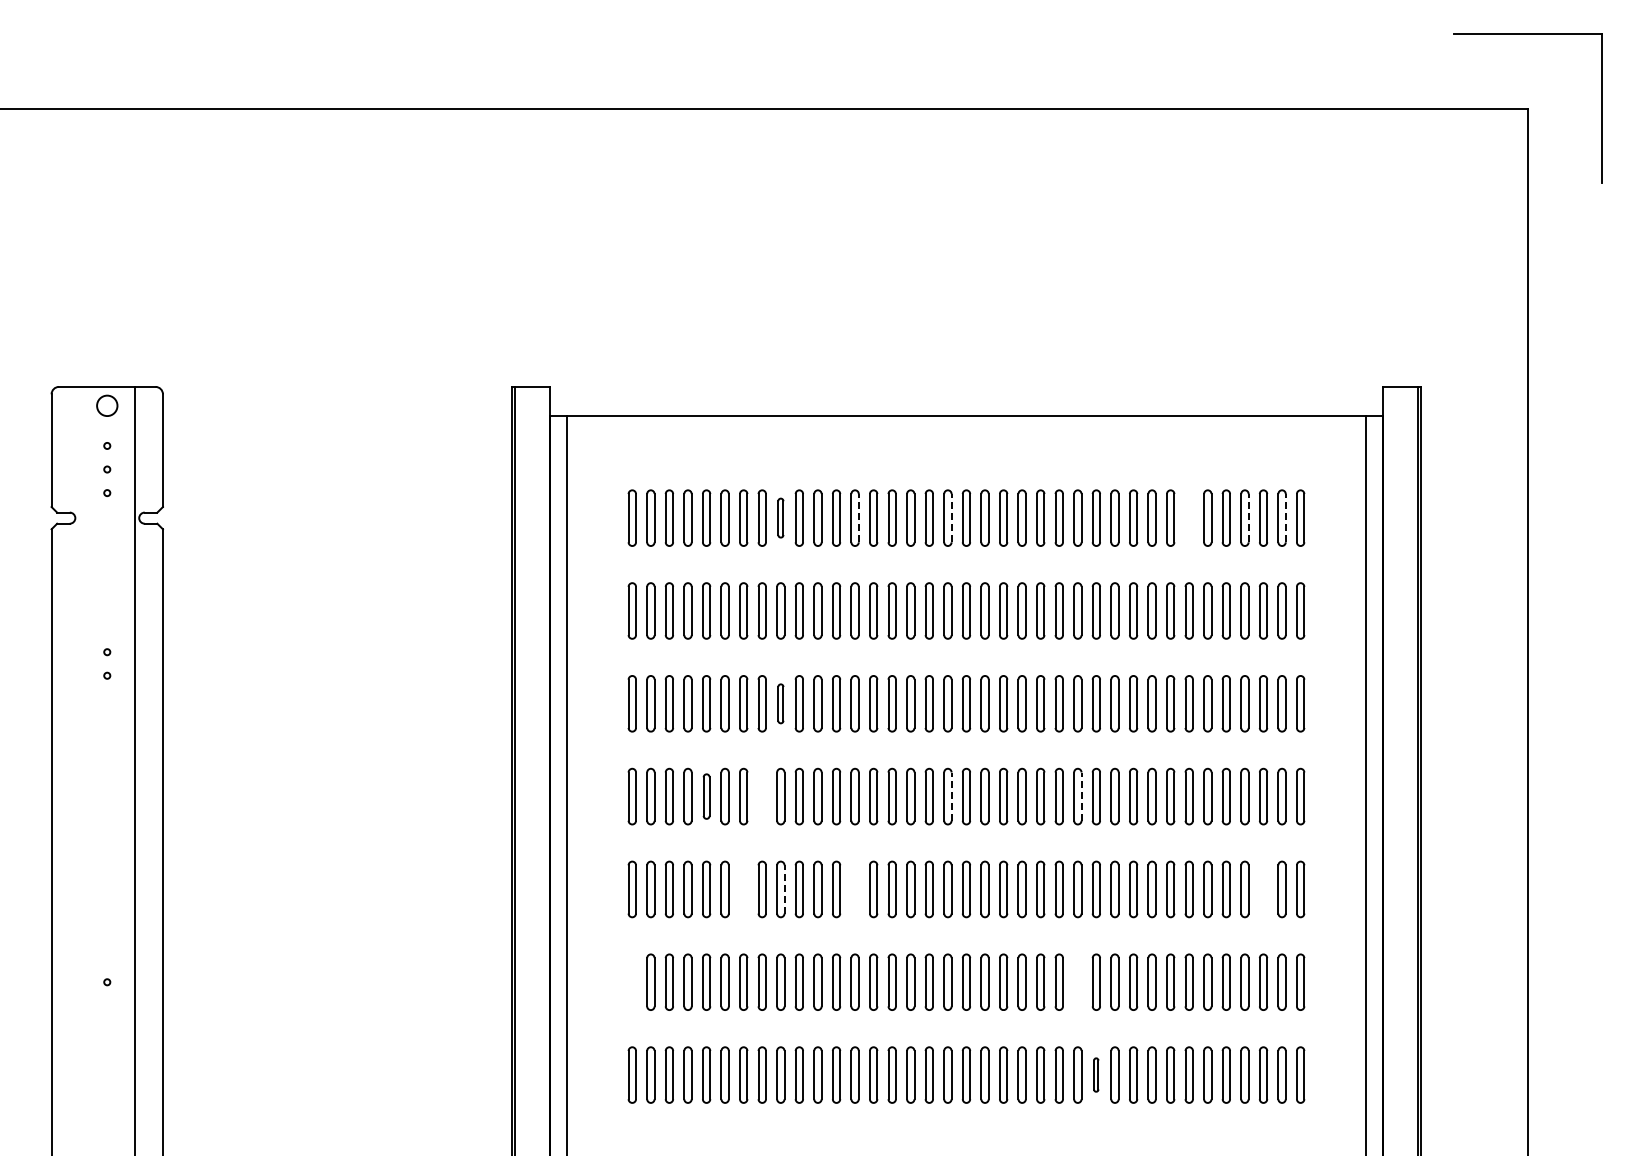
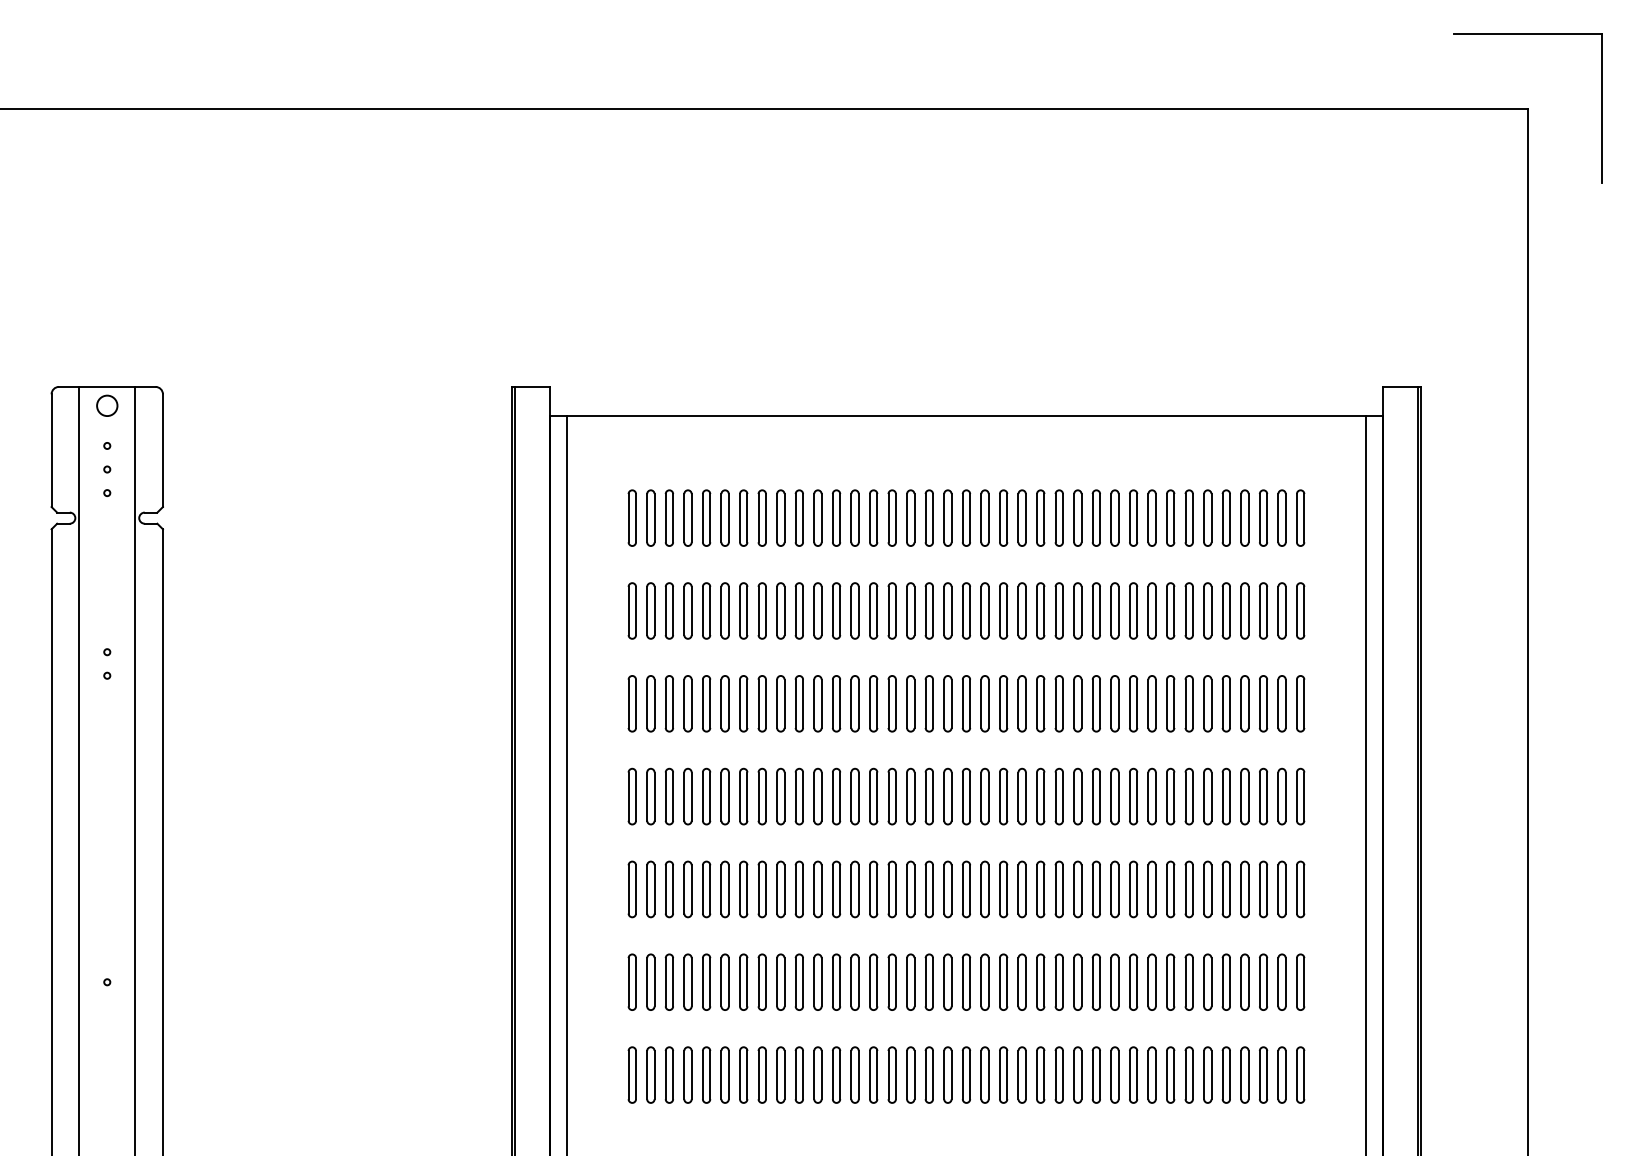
part at (780, 517) size: 8x42 px -> 10x58 px
line at (858, 517): dashed -> solid
line at (951, 517): dashed -> solid
part at (1188, 517): none -> present
line at (1248, 517): dashed -> solid
line at (1285, 517): dashed -> solid
part at (780, 703) size: 8x42 px -> 10x58 px
line at (79, 769): none -> present
part at (706, 796) size: 9x47 px -> 10x59 px
part at (761, 796): none -> present
line at (951, 796): dashed -> solid
line at (1081, 796): dashed -> solid
line at (784, 888): dashed -> solid
part at (743, 889): none -> present
part at (854, 889): none -> present
part at (1263, 889): none -> present
part at (631, 981): none -> present
part at (1077, 981): none -> present
part at (1096, 1074) size: 7x36 px -> 10x58 px
